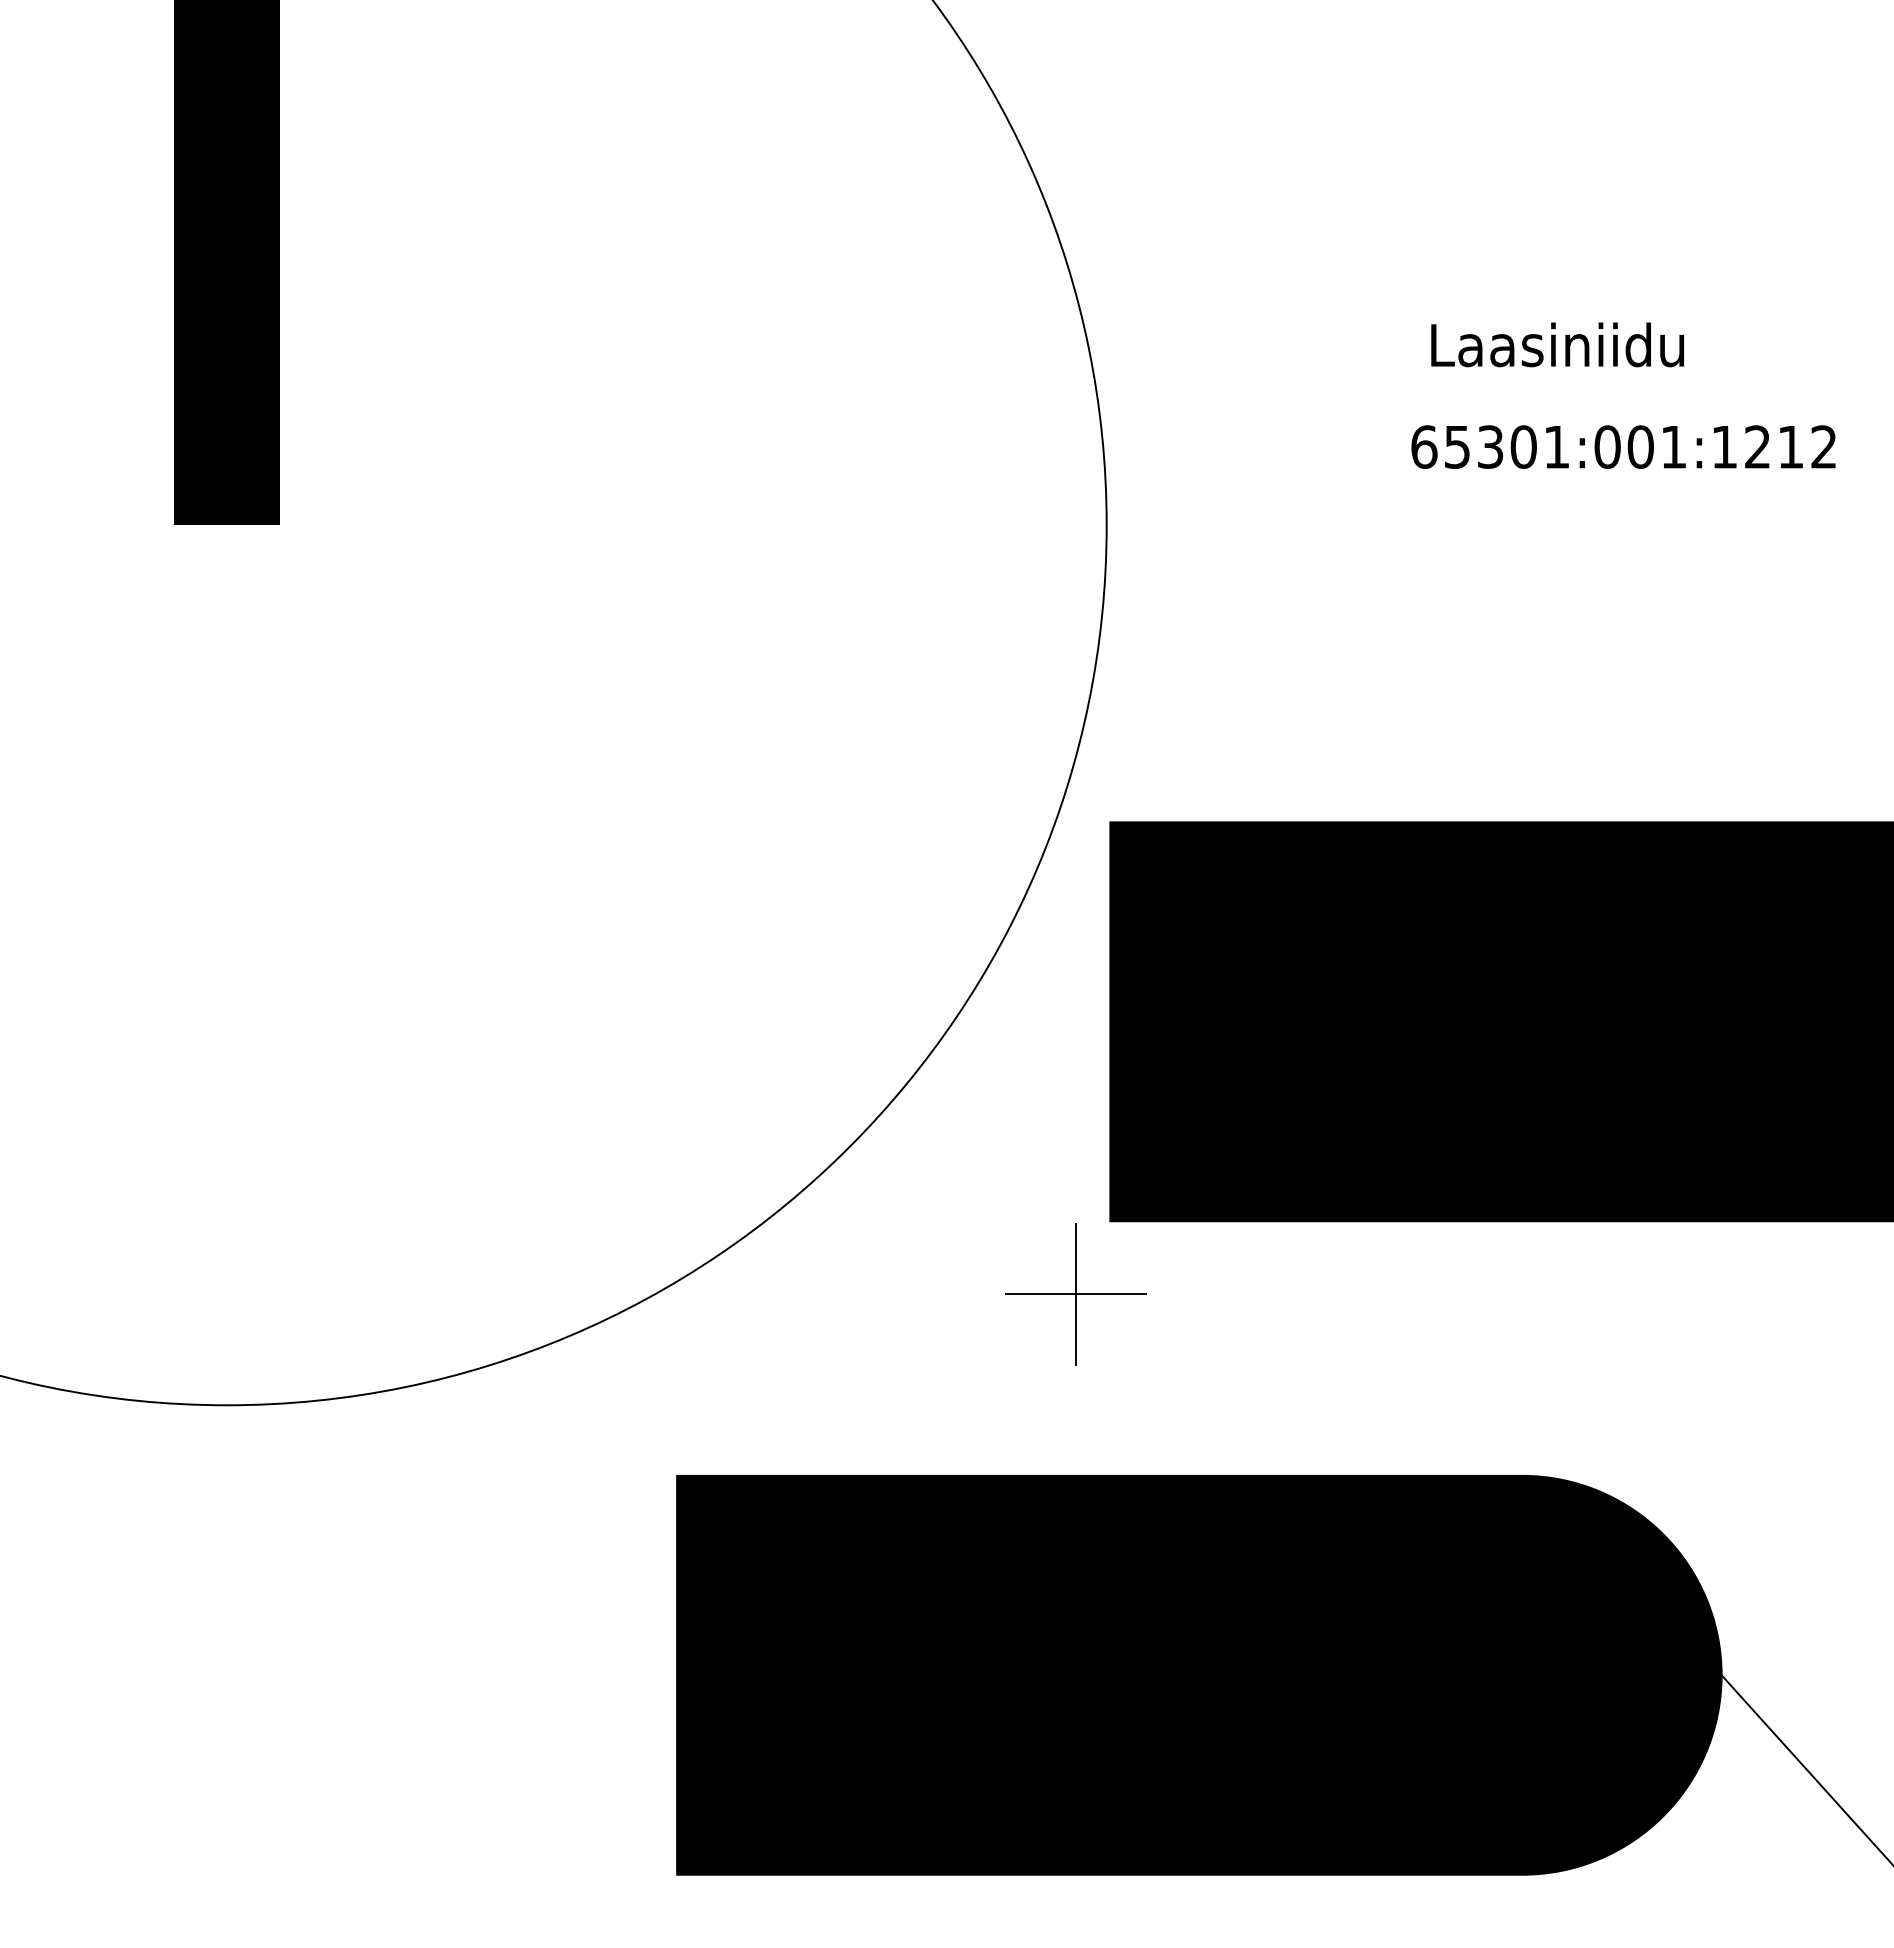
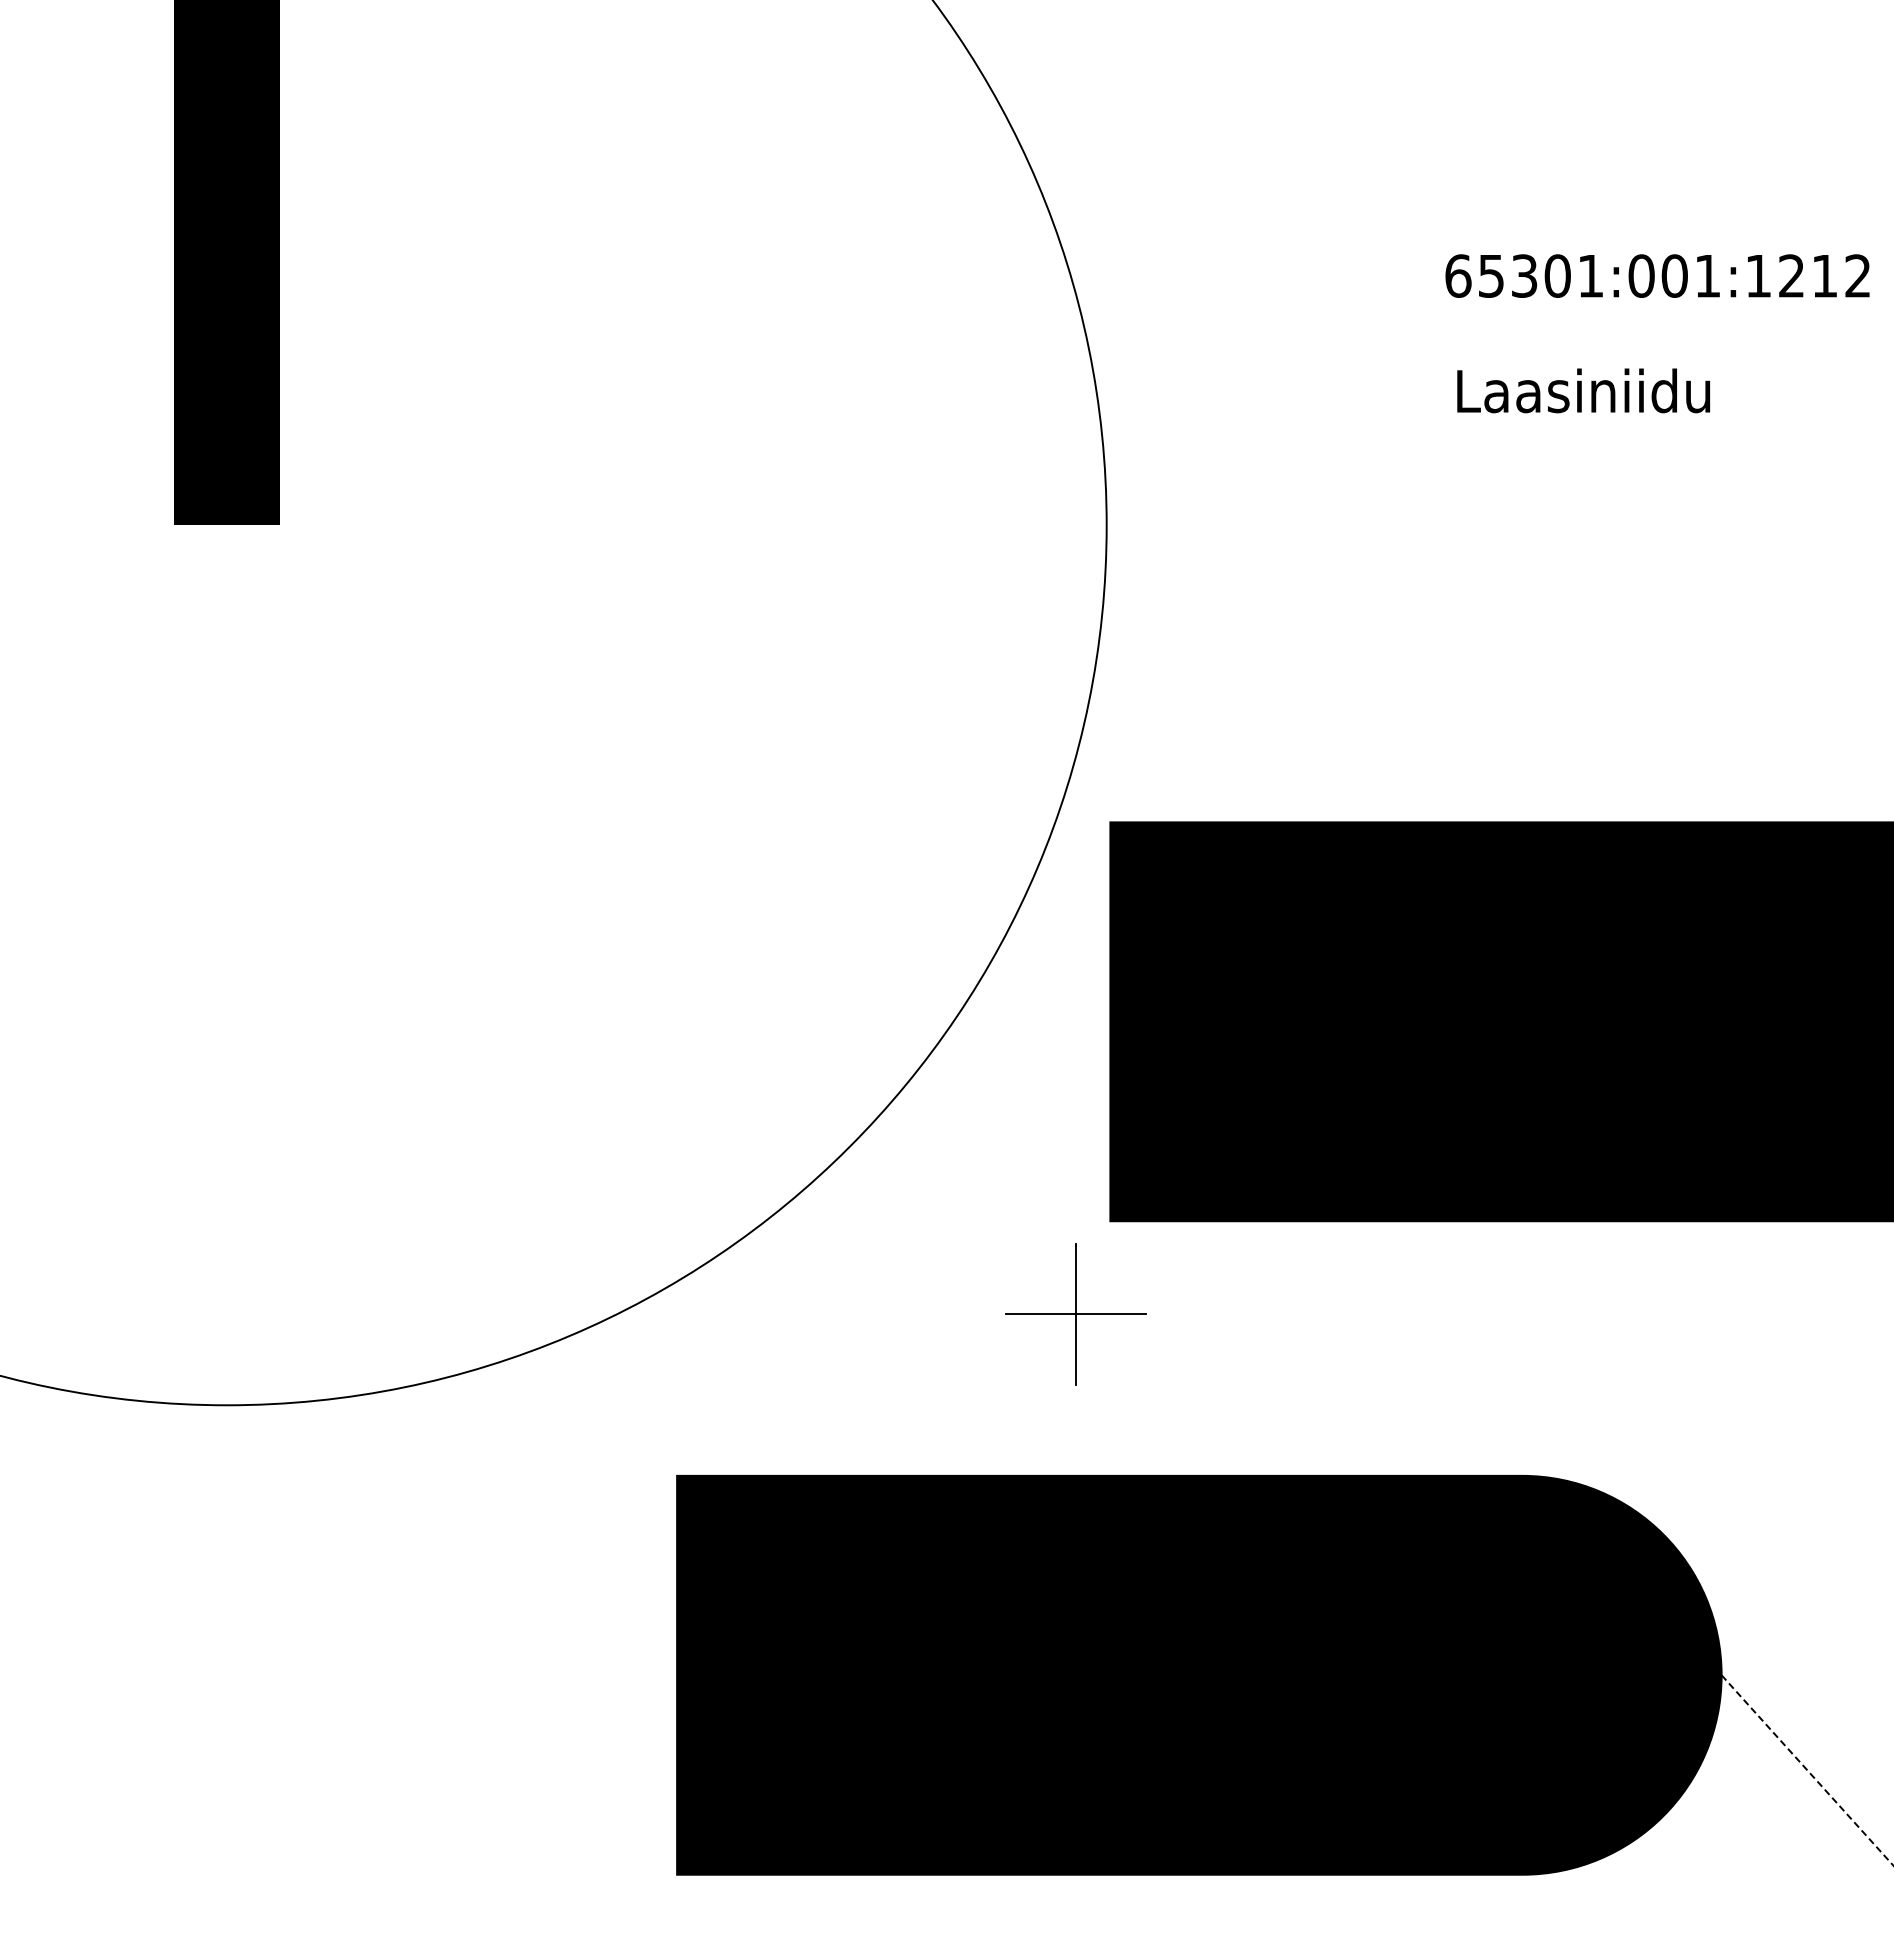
text at (1557, 344) position: (1557, 344) -> (1583, 390)
text at (1623, 446) position: (1623, 446) -> (1657, 275)
part at (1075, 1294) position: (1075, 1294) -> (1075, 1314)
line at (1807, 1770): solid -> dashed
